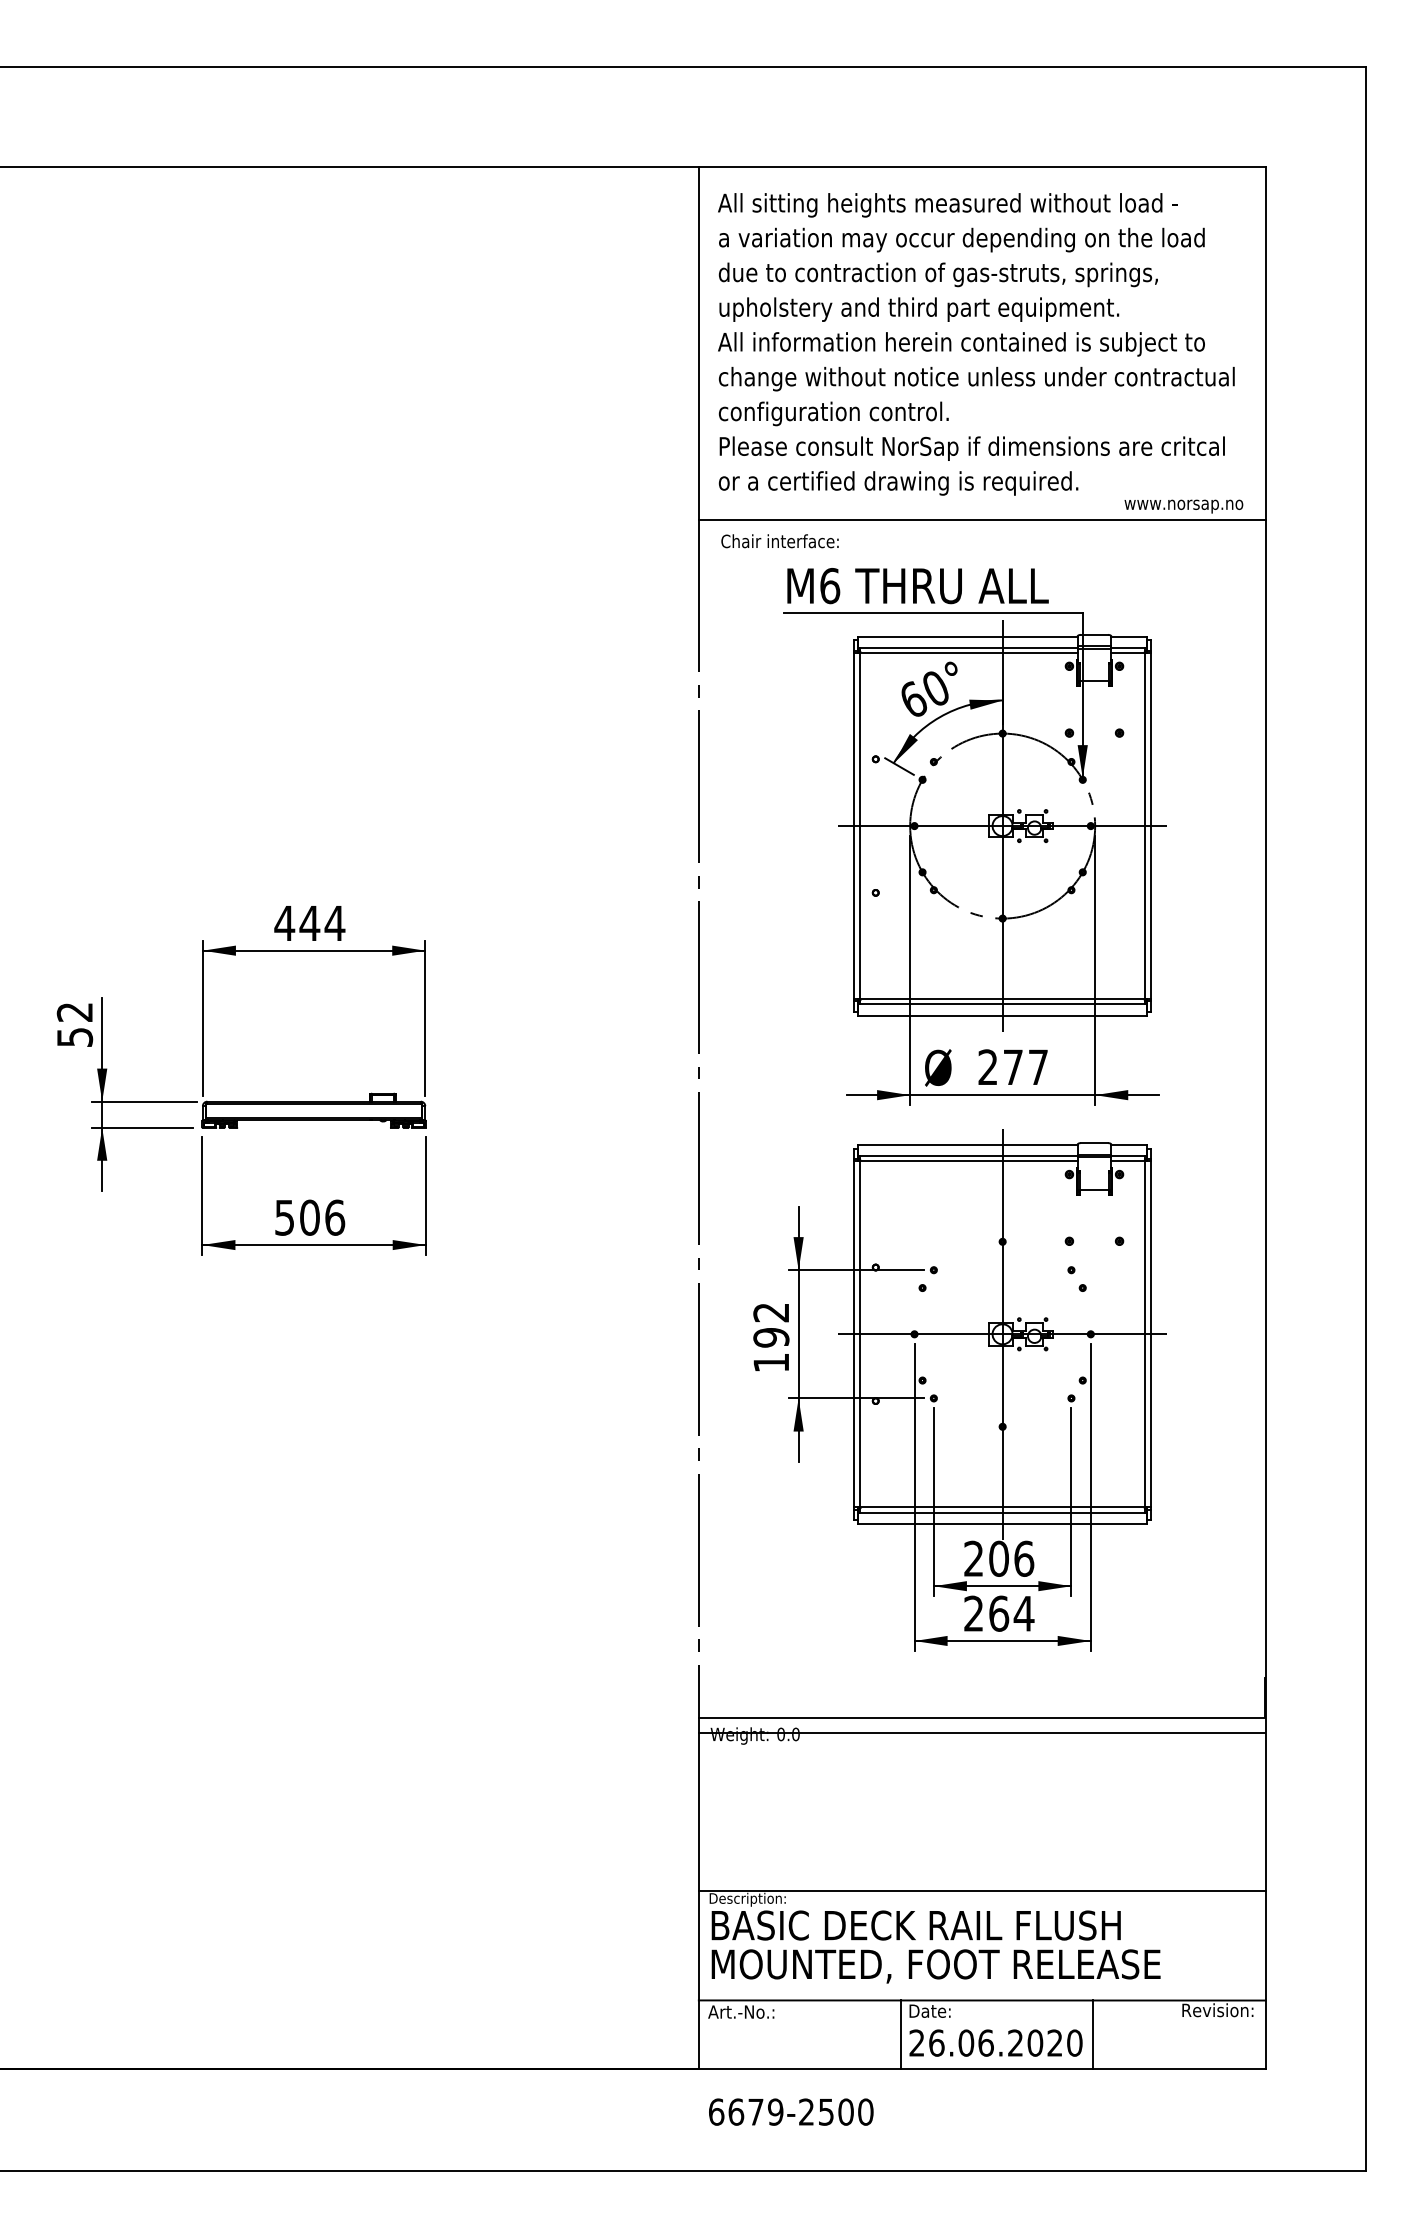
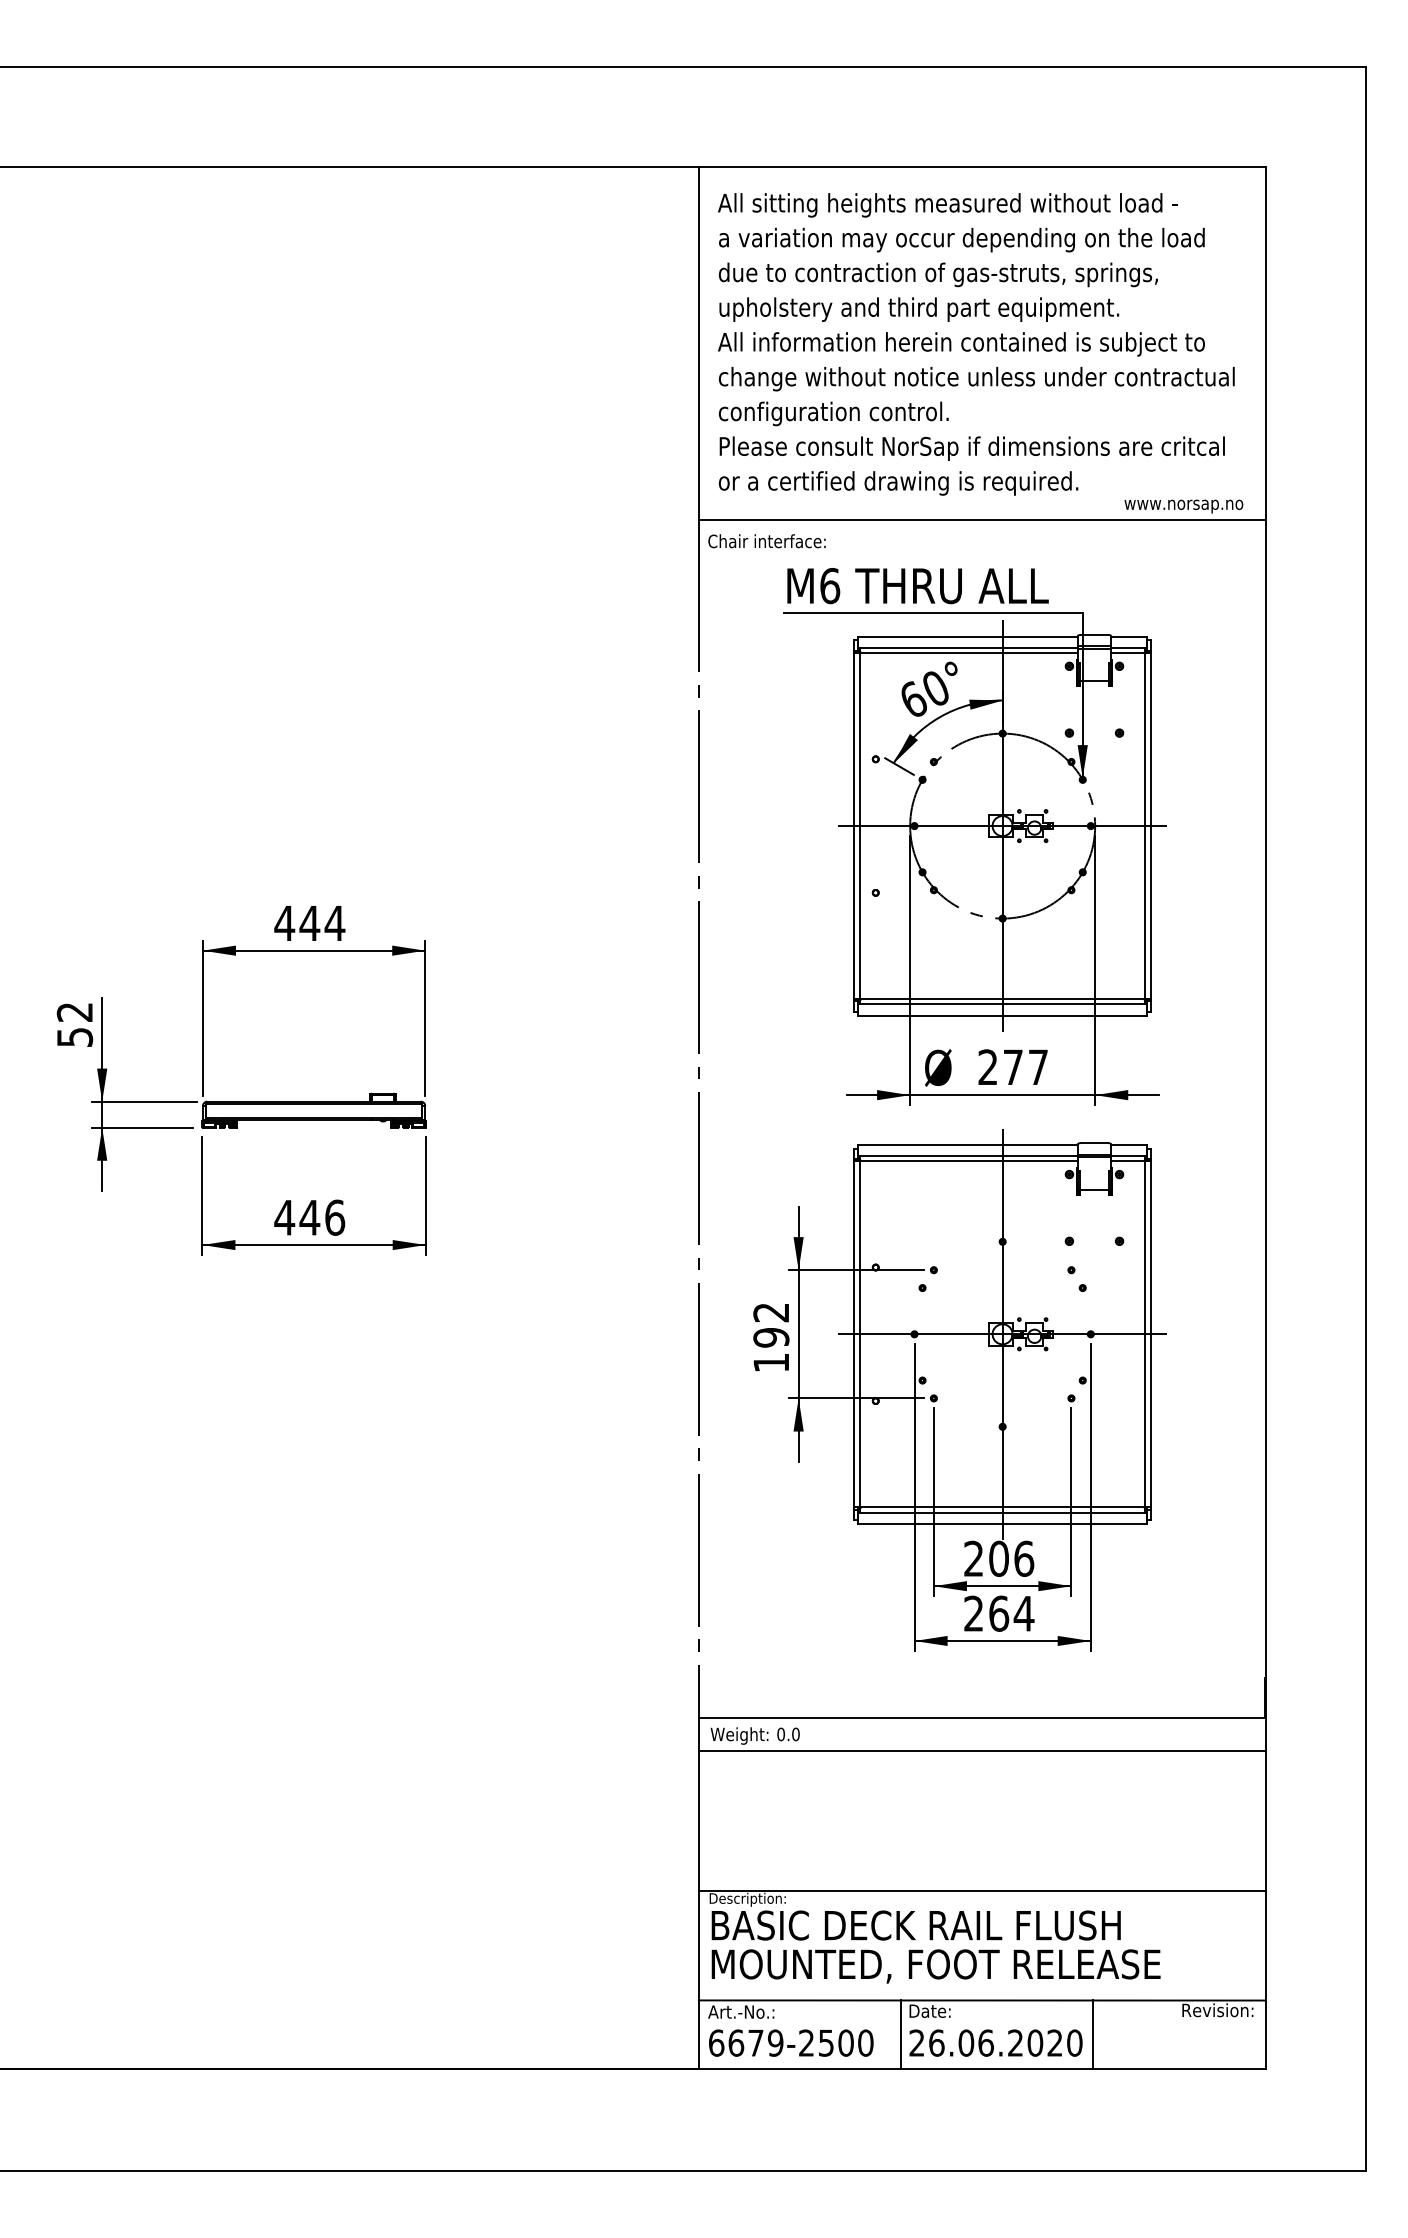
text at (779, 541) position: (779, 541) -> (766, 541)
text at (297, 1217): 506 -> 446
line at (981, 1732) position: (981, 1732) -> (981, 1750)
text at (791, 2111) position: (791, 2111) -> (791, 2042)
